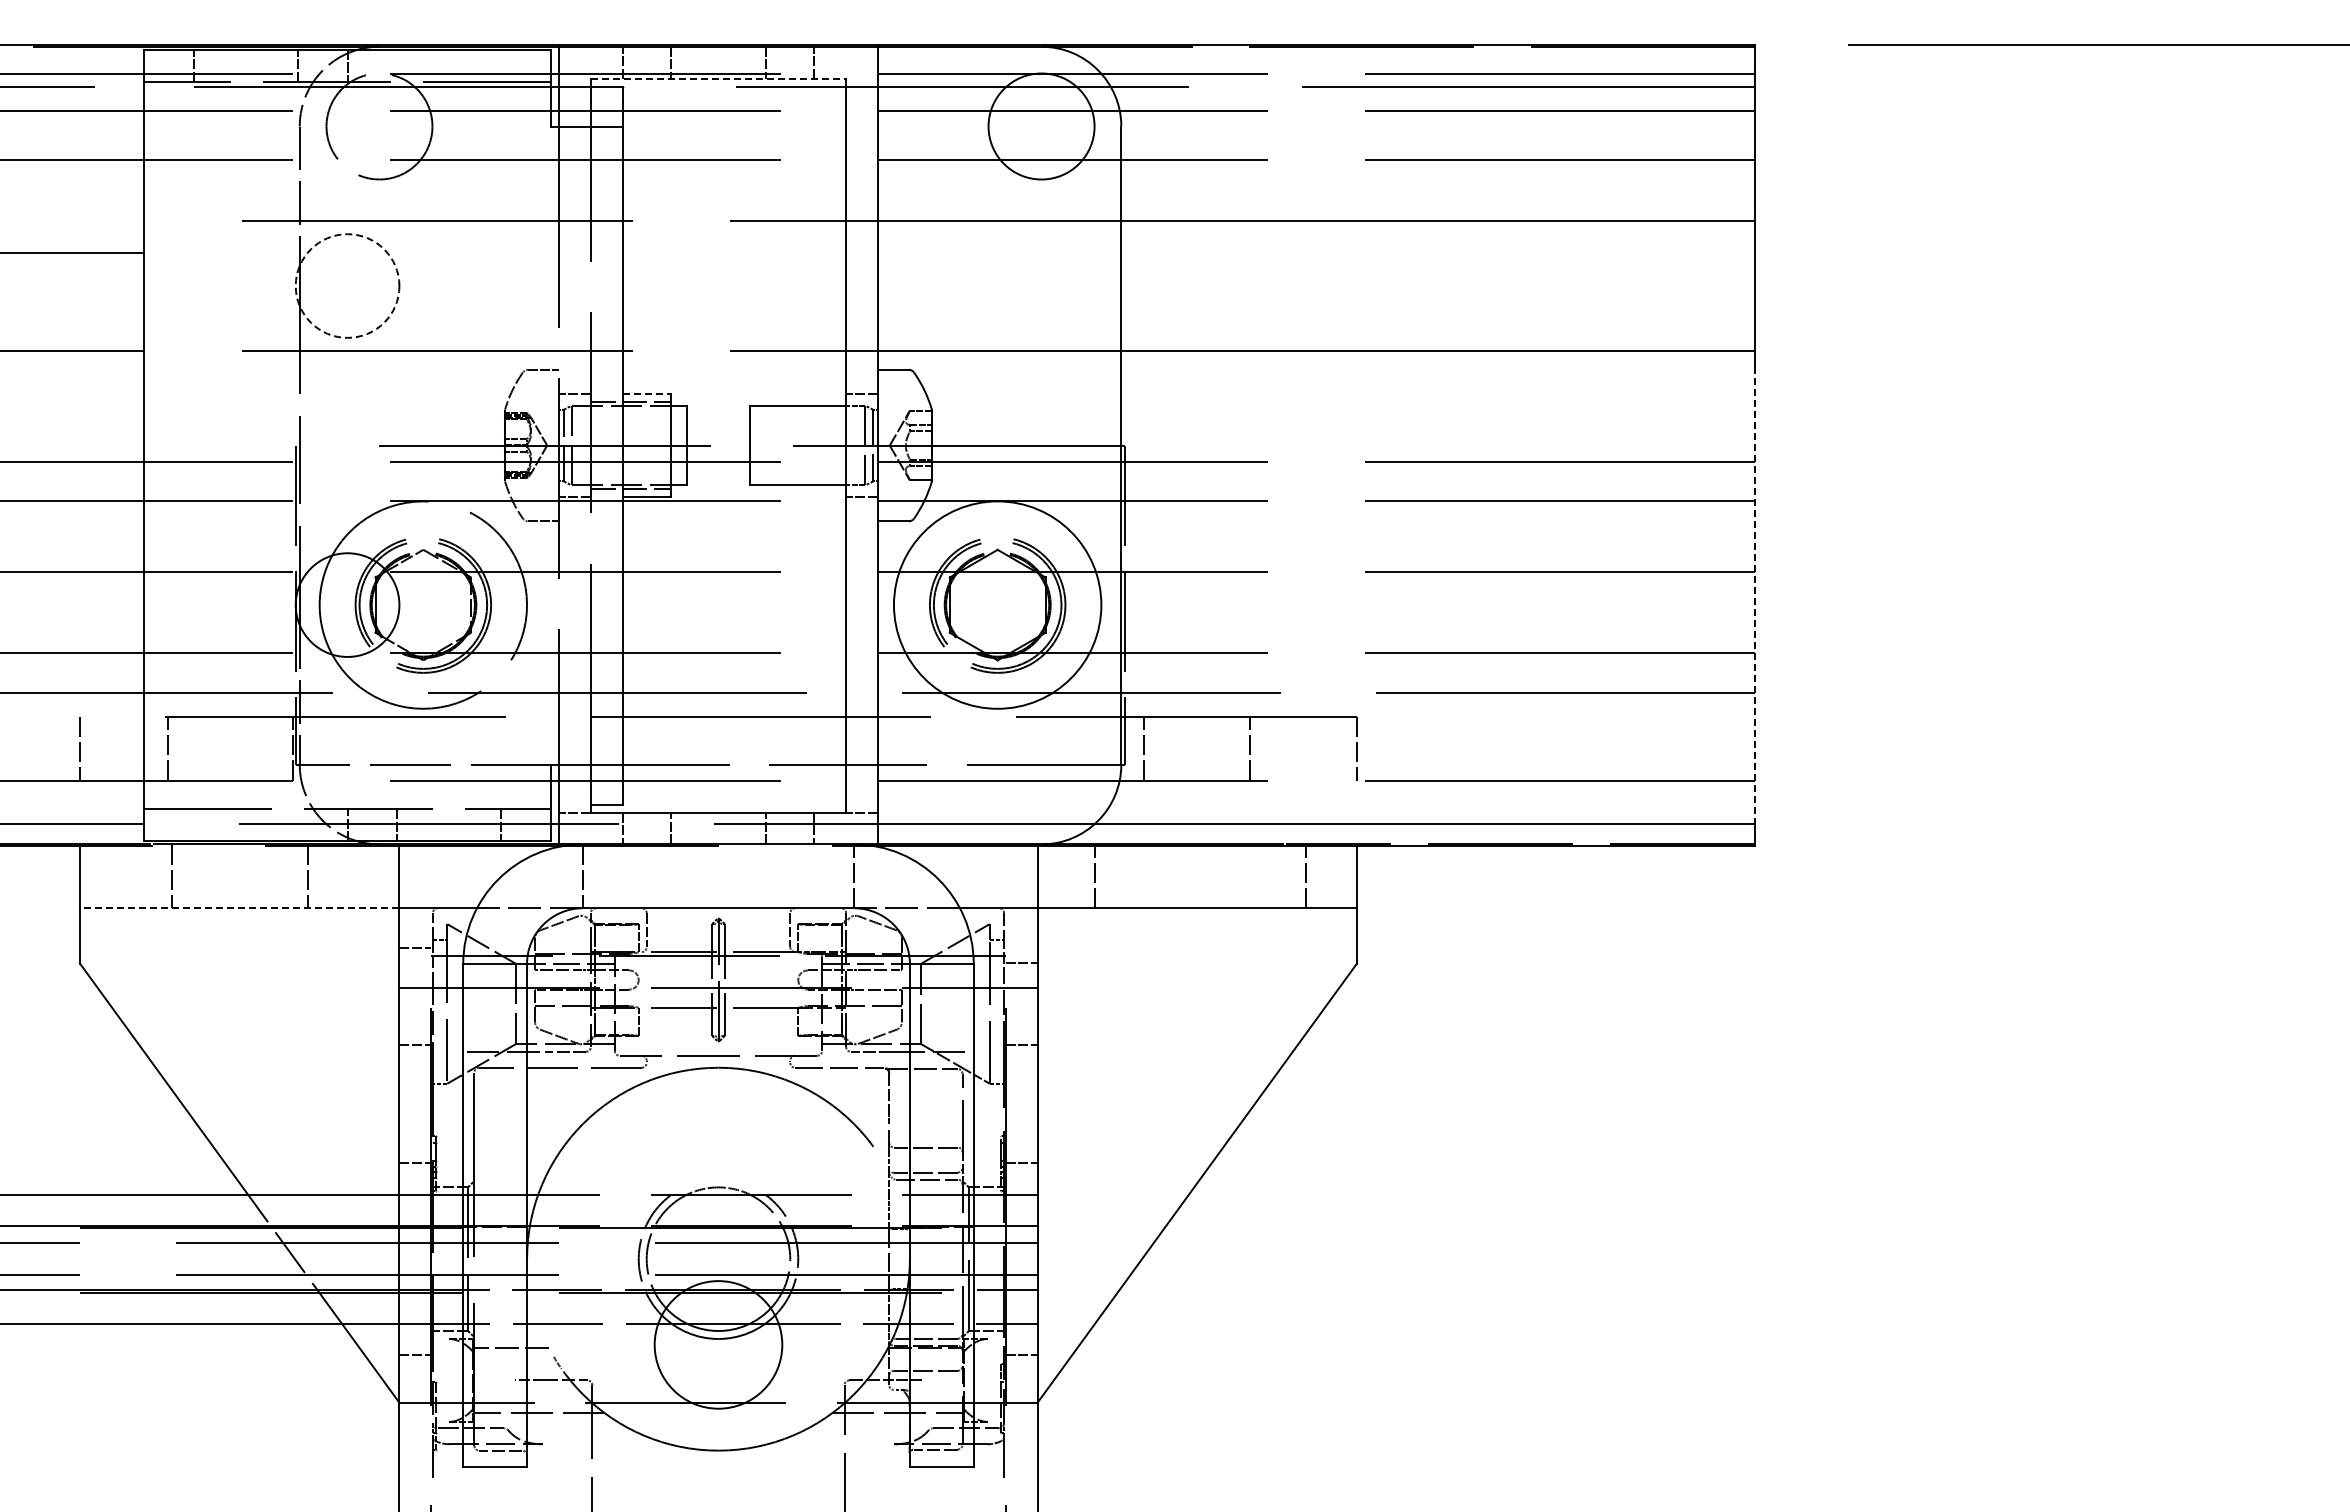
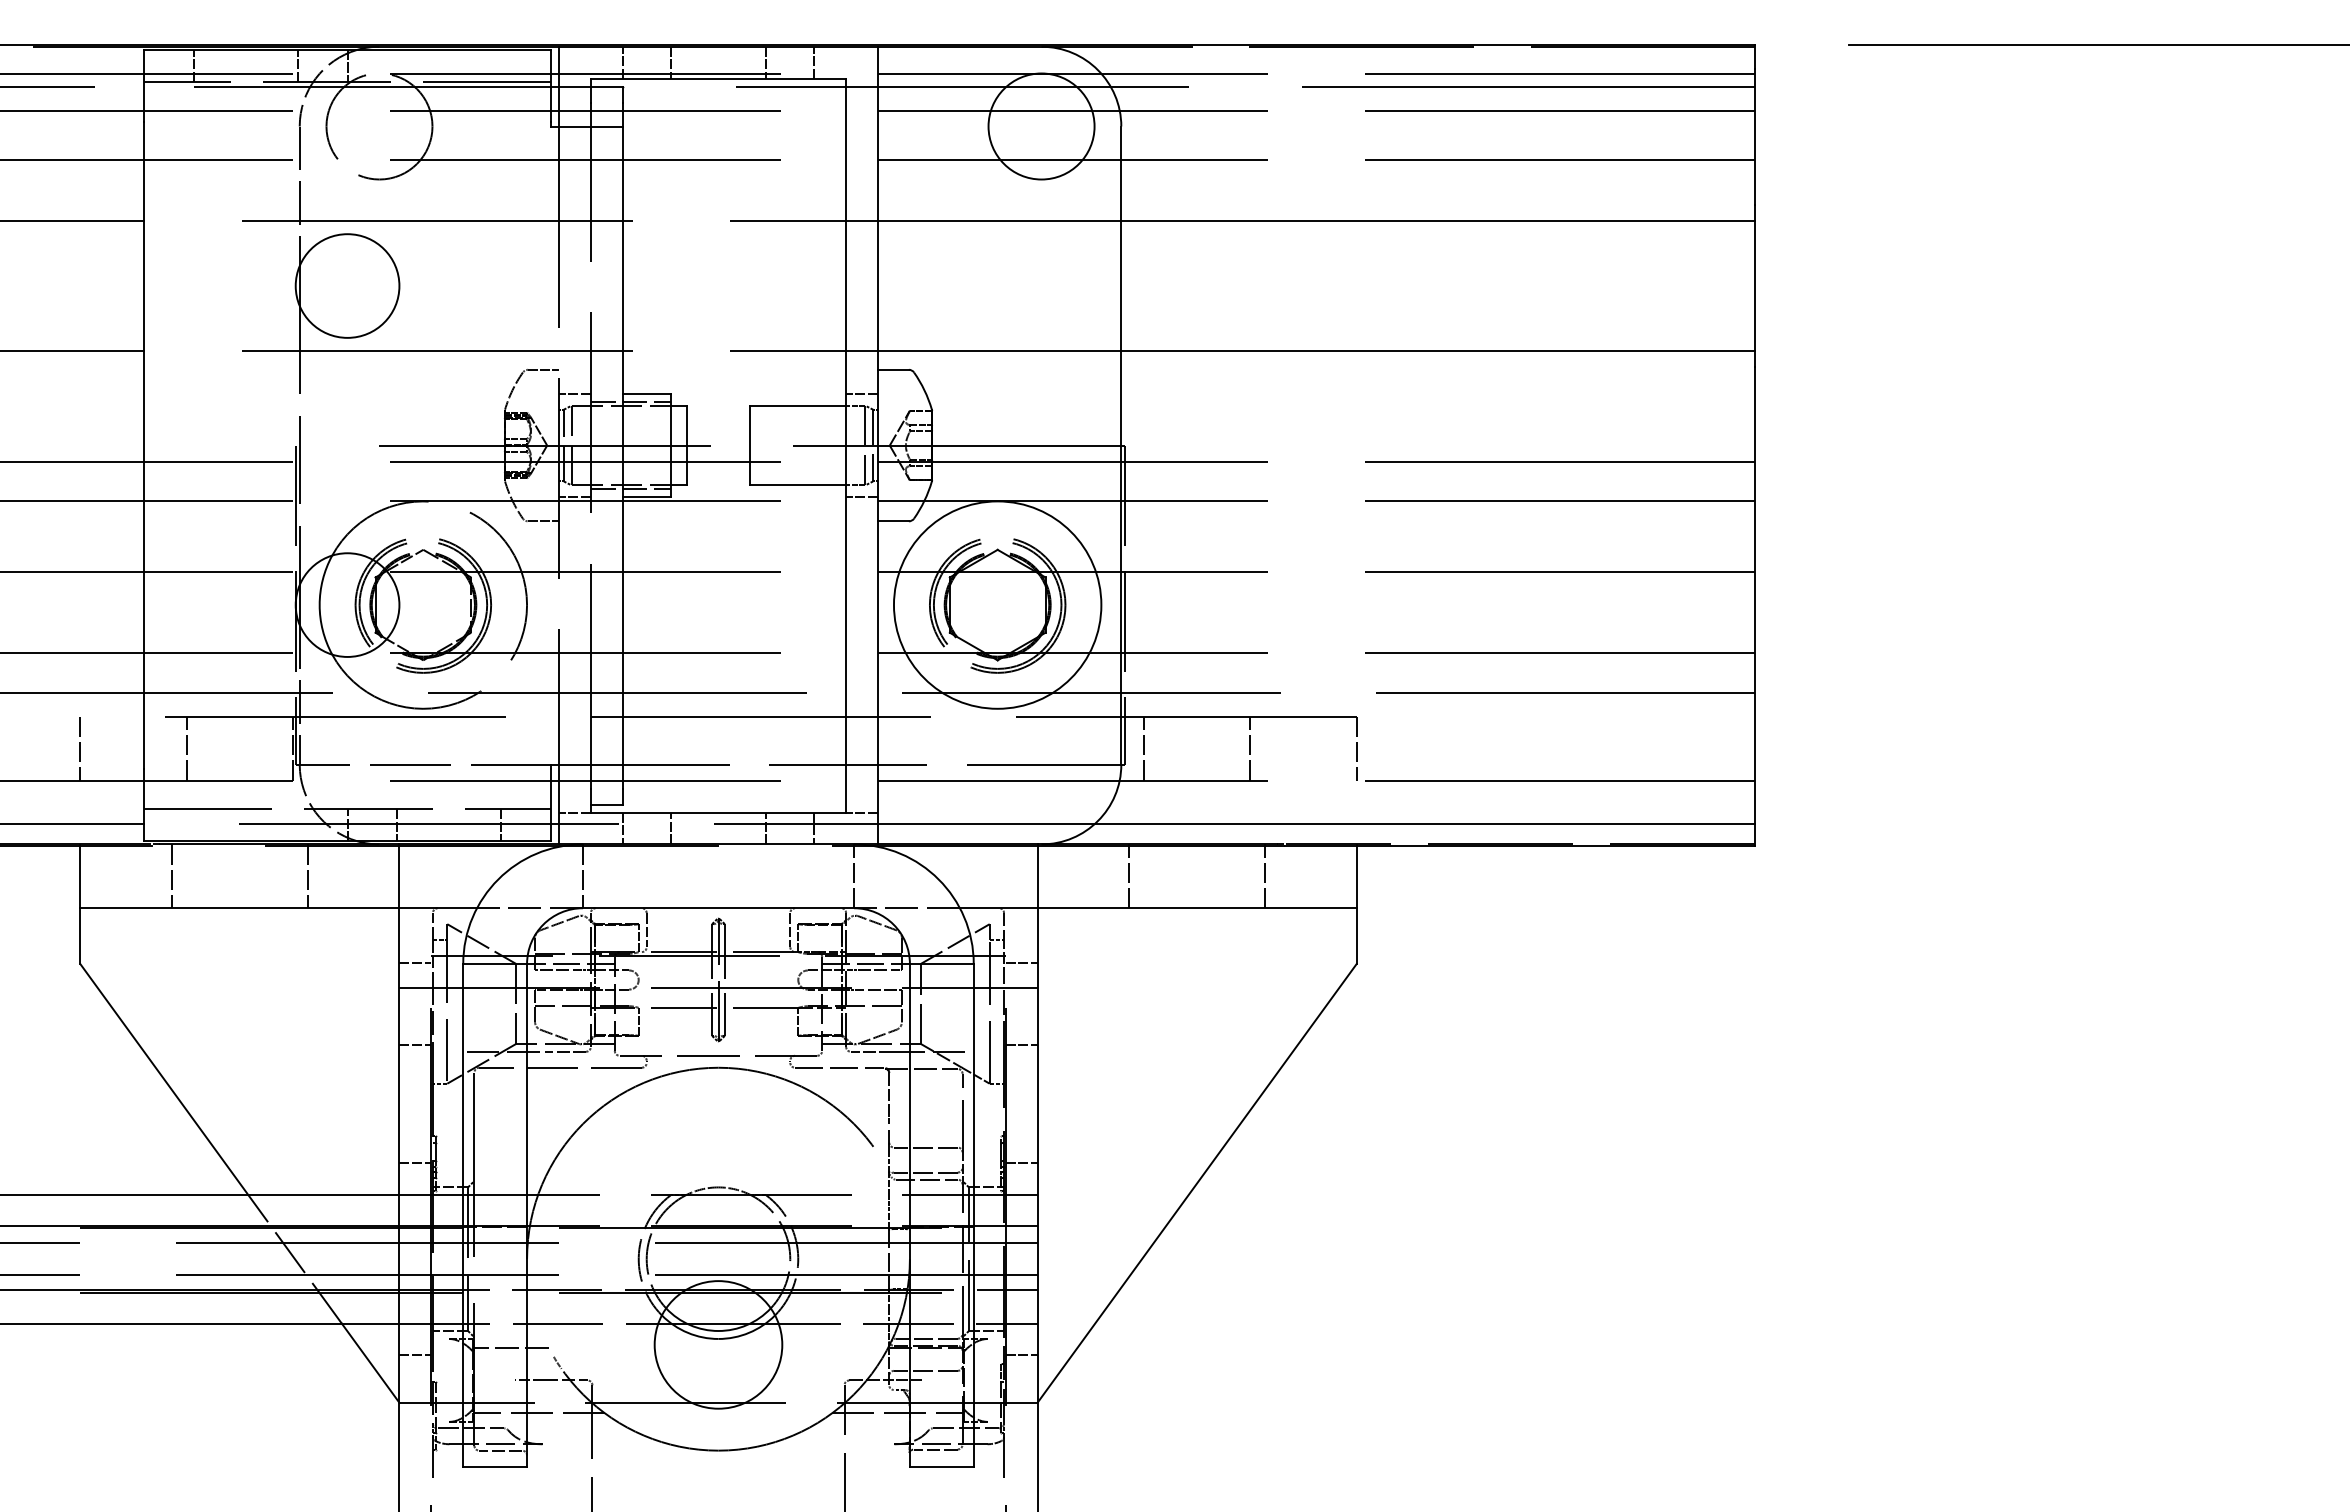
line at (718, 78): dashed -> solid
line at (73, 252) position: (73, 252) -> (73, 220)
circle at (347, 285): dashed -> solid
line at (646, 393): dashed -> solid
line at (1755, 596): dashed -> solid
line at (167, 748) position: (167, 748) -> (186, 748)
line at (1095, 876) position: (1095, 876) -> (1129, 876)
line at (1305, 876) position: (1305, 876) -> (1264, 876)
line at (239, 908): dashed -> solid
line at (415, 948) position: (415, 948) -> (415, 963)
